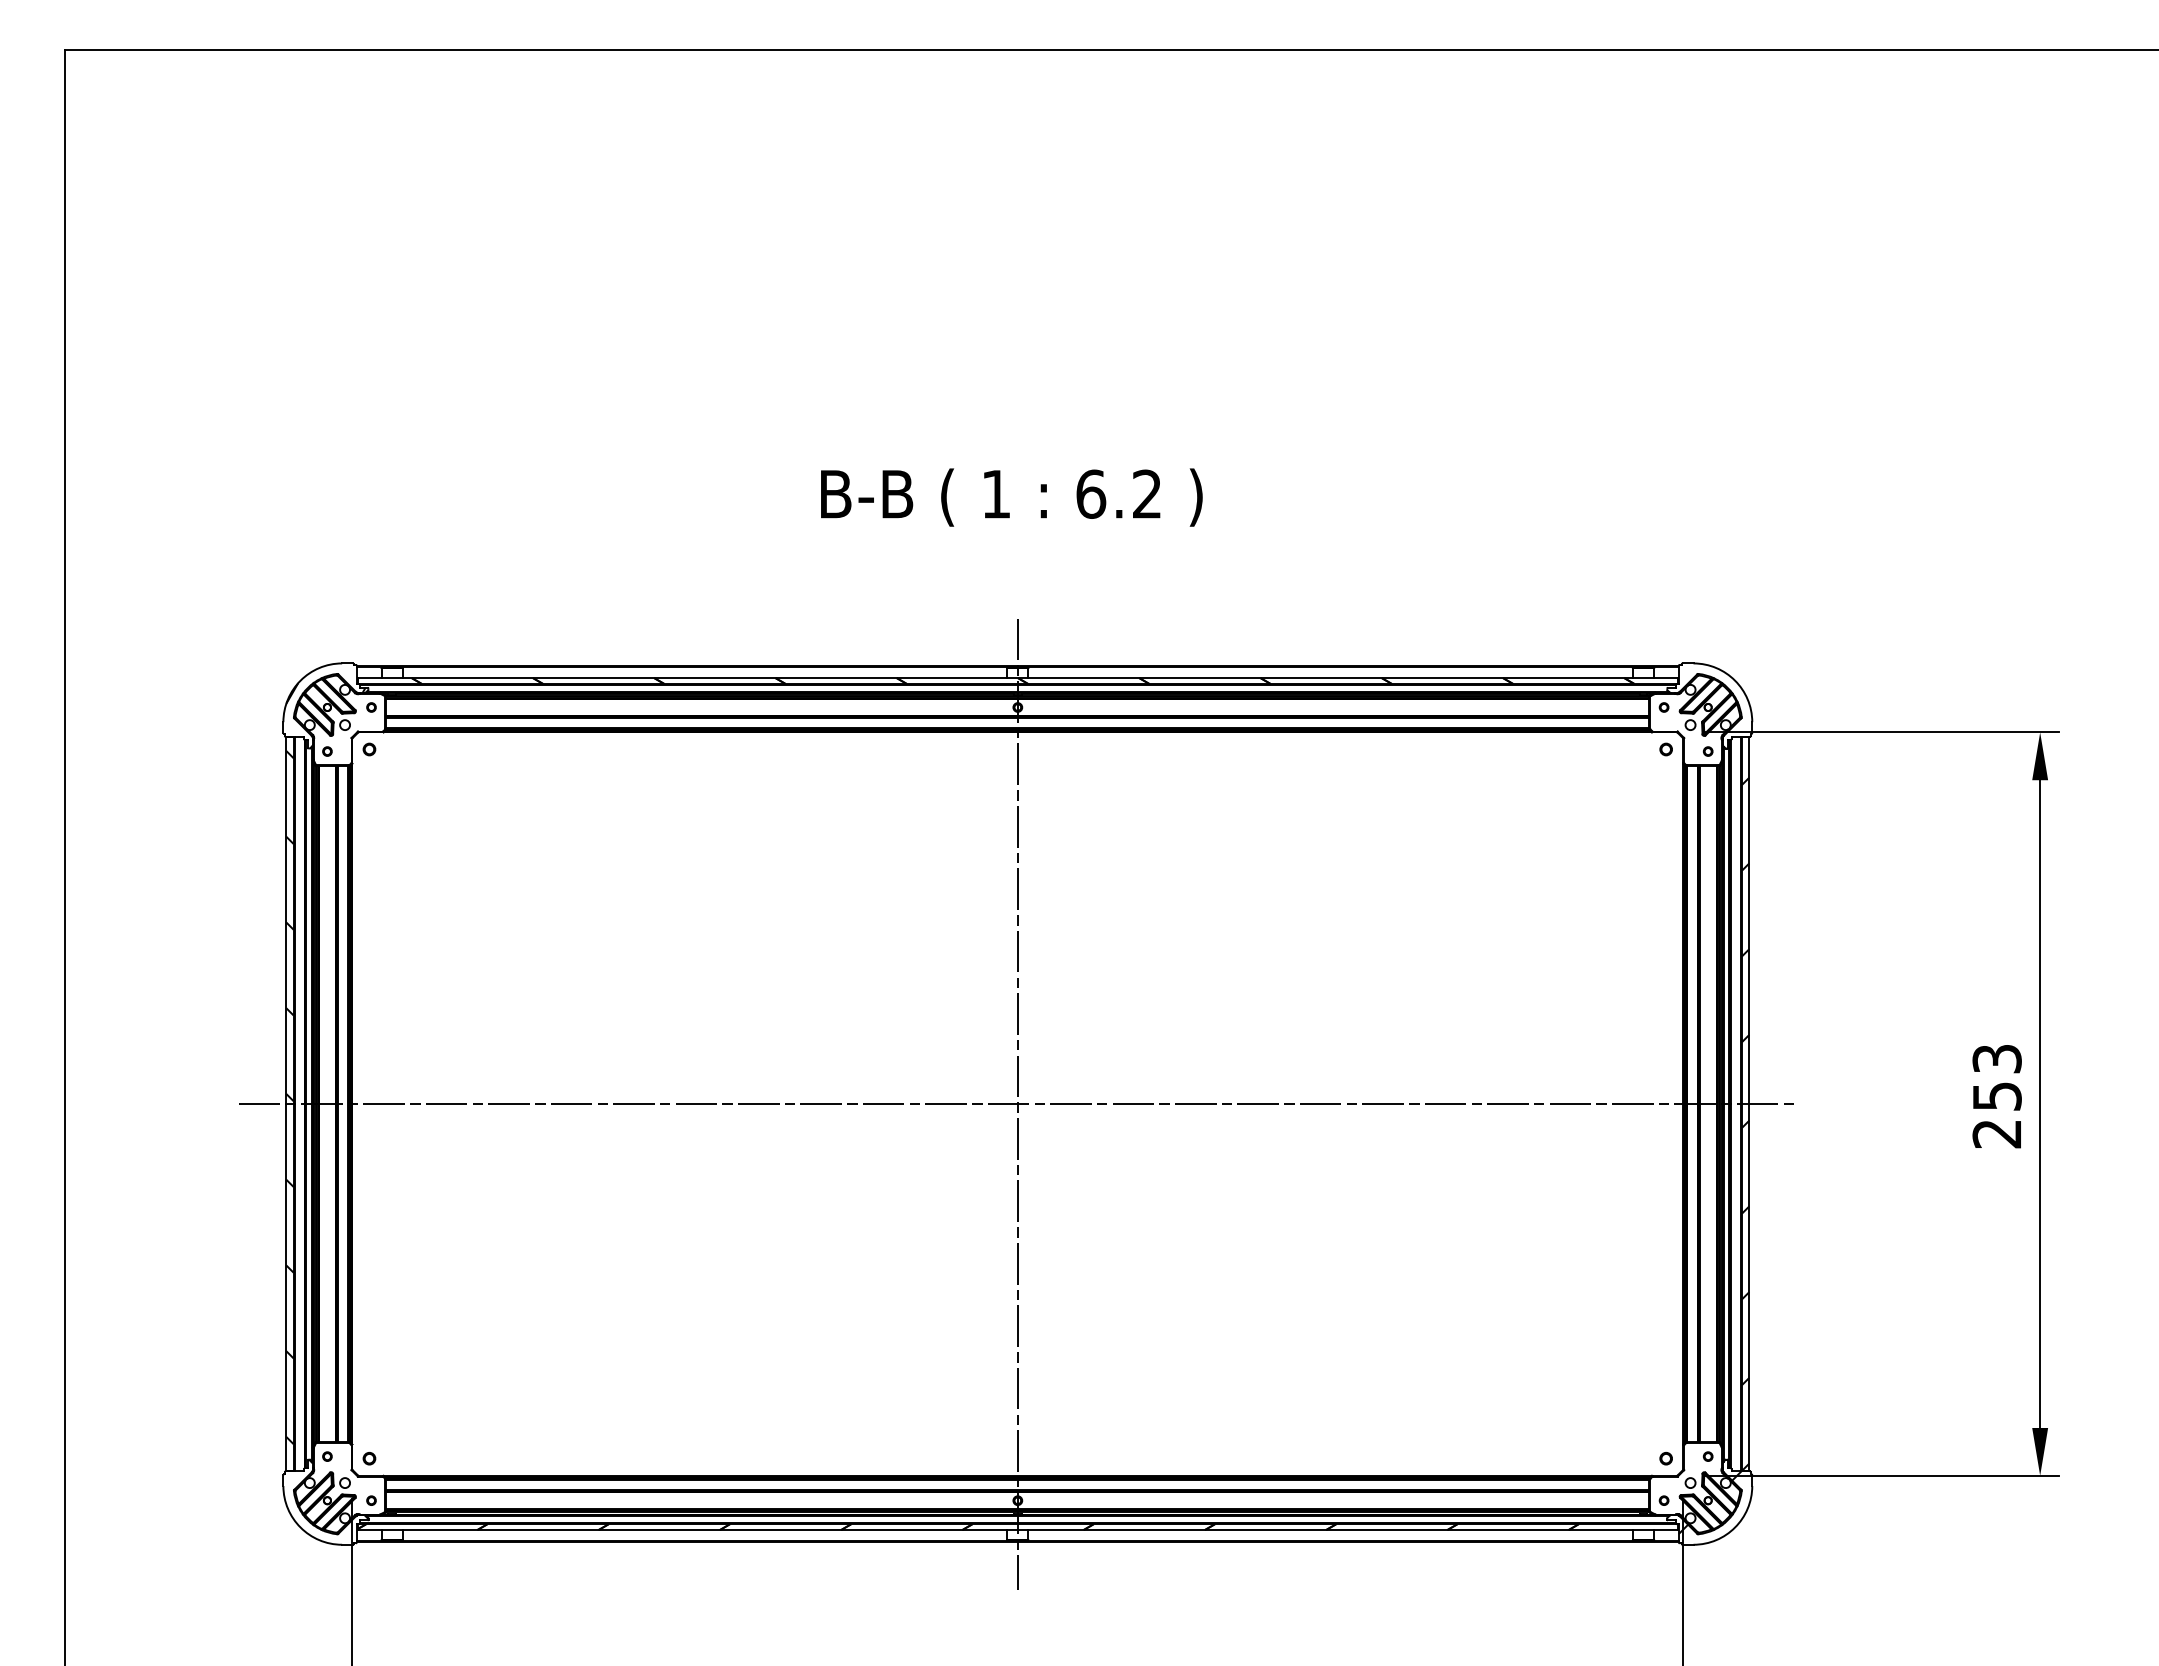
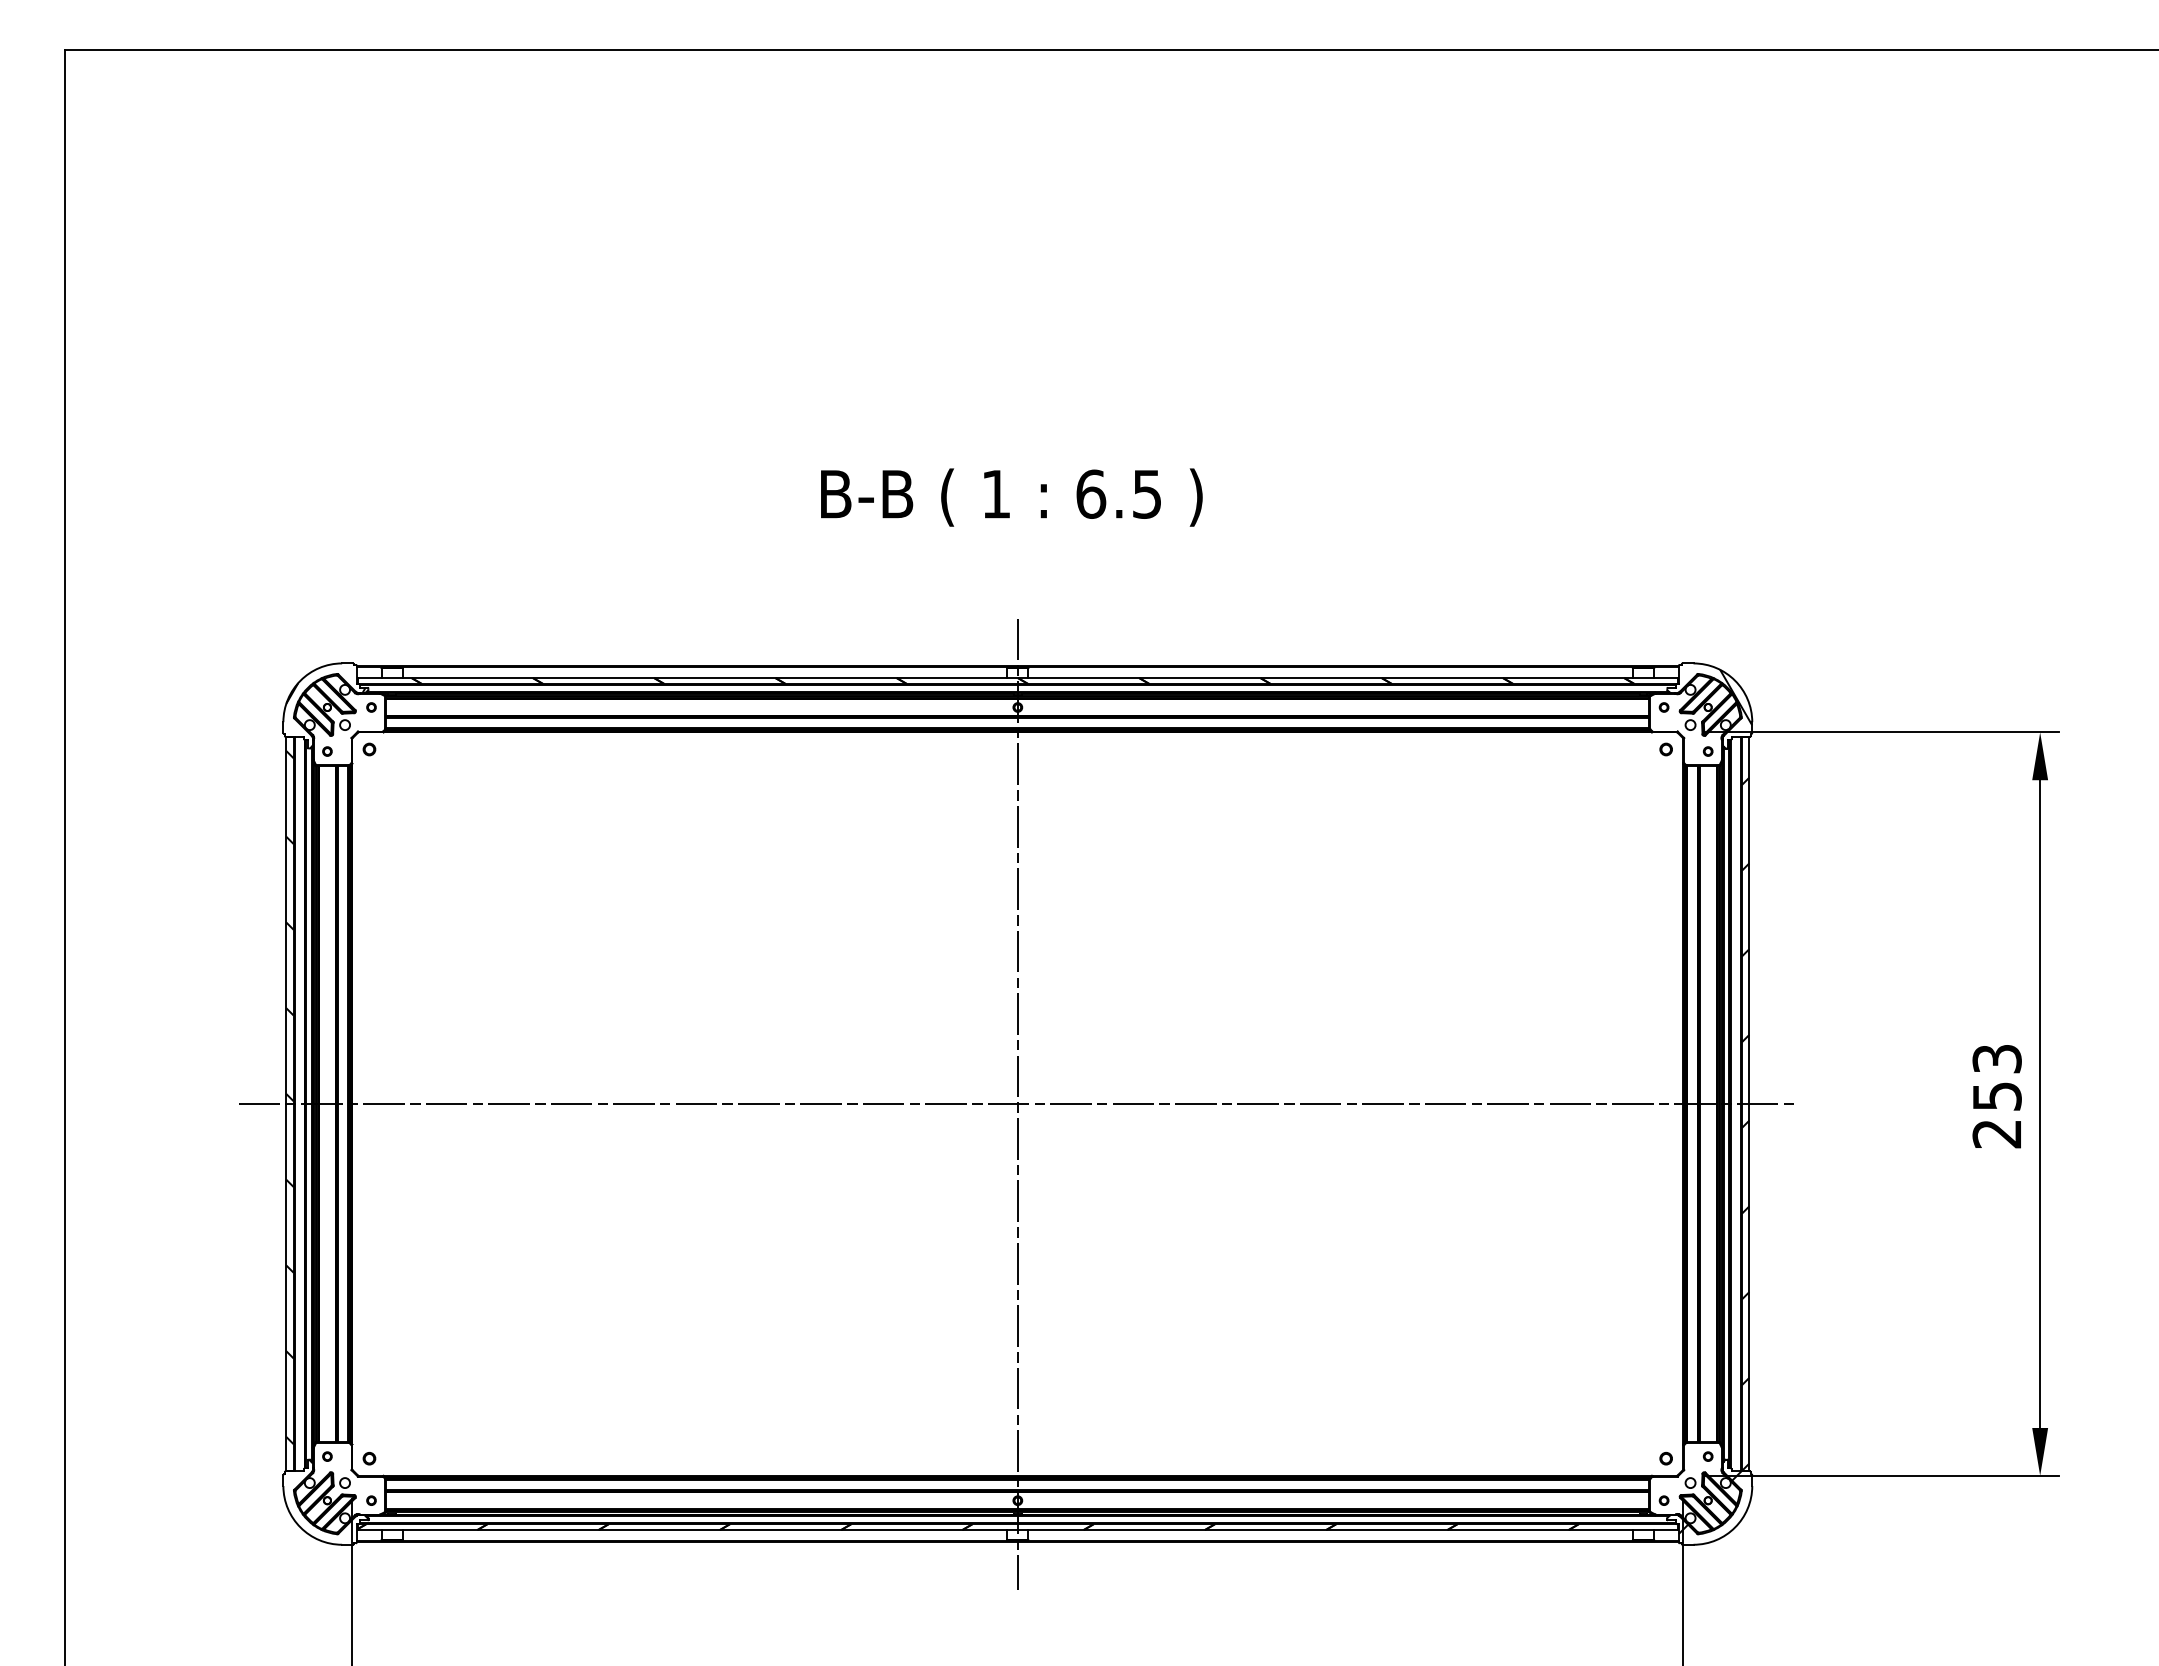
text at (1146, 493): 6.2 -> 6.5
hatch at (1736, 697): none -> present
